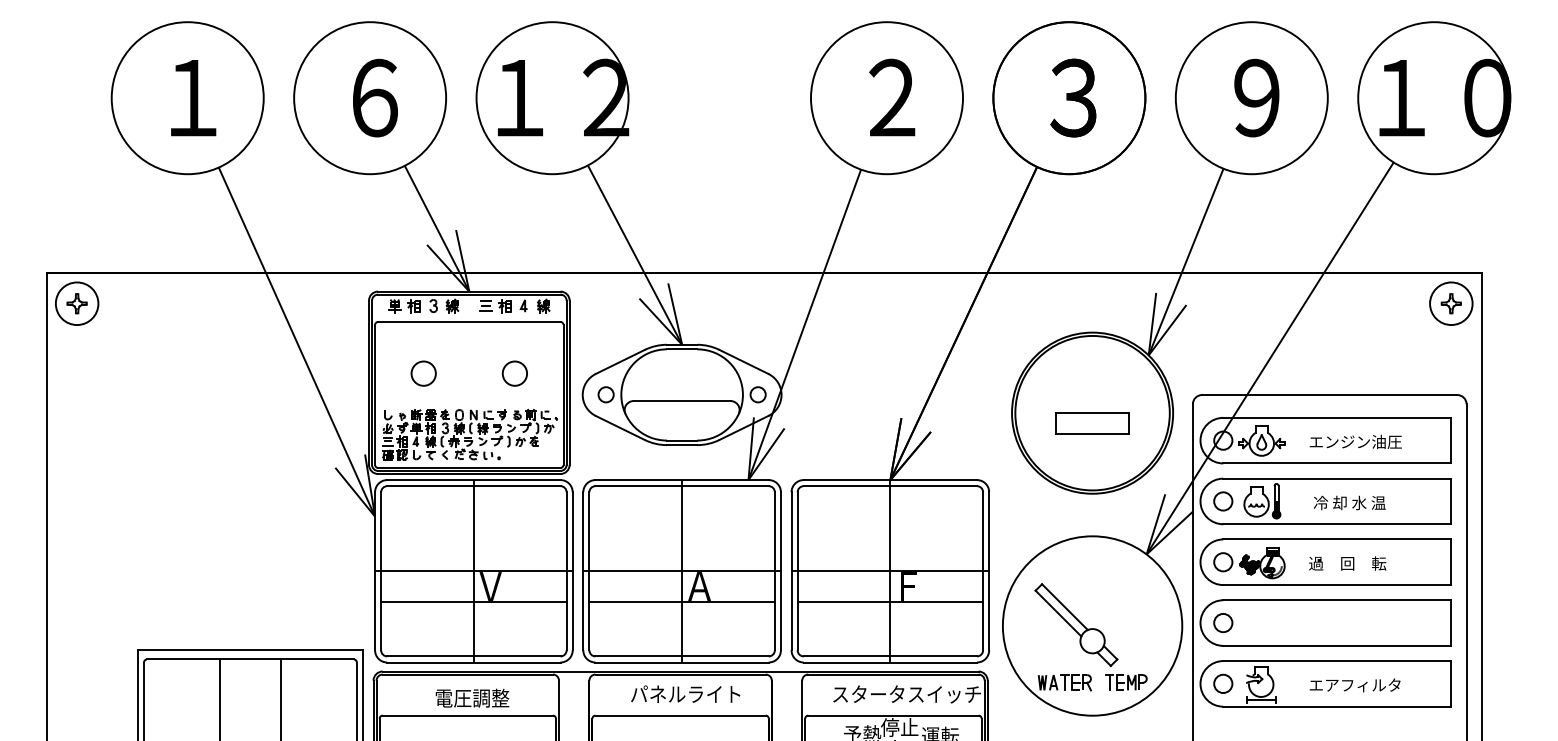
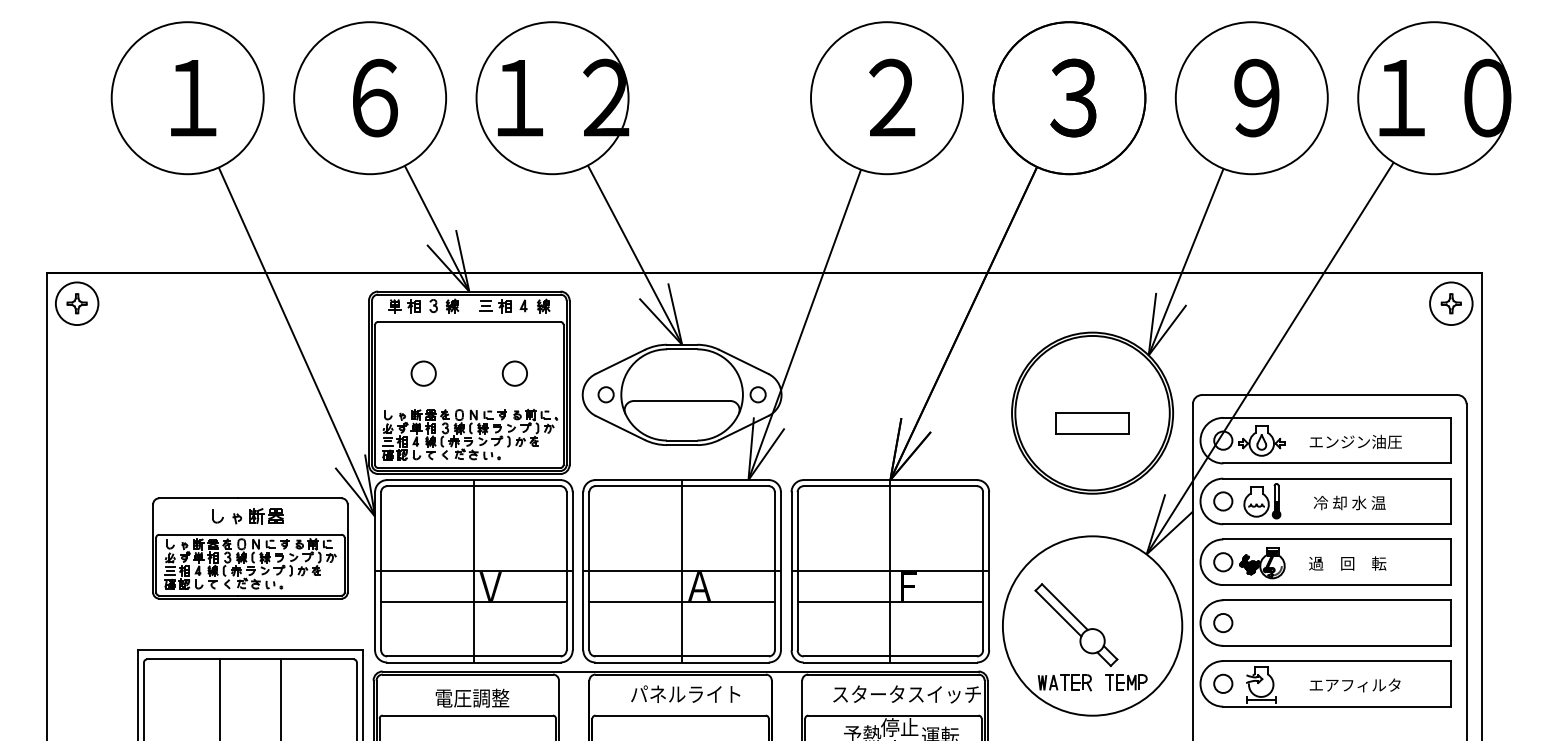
part at (250, 548): none -> present
